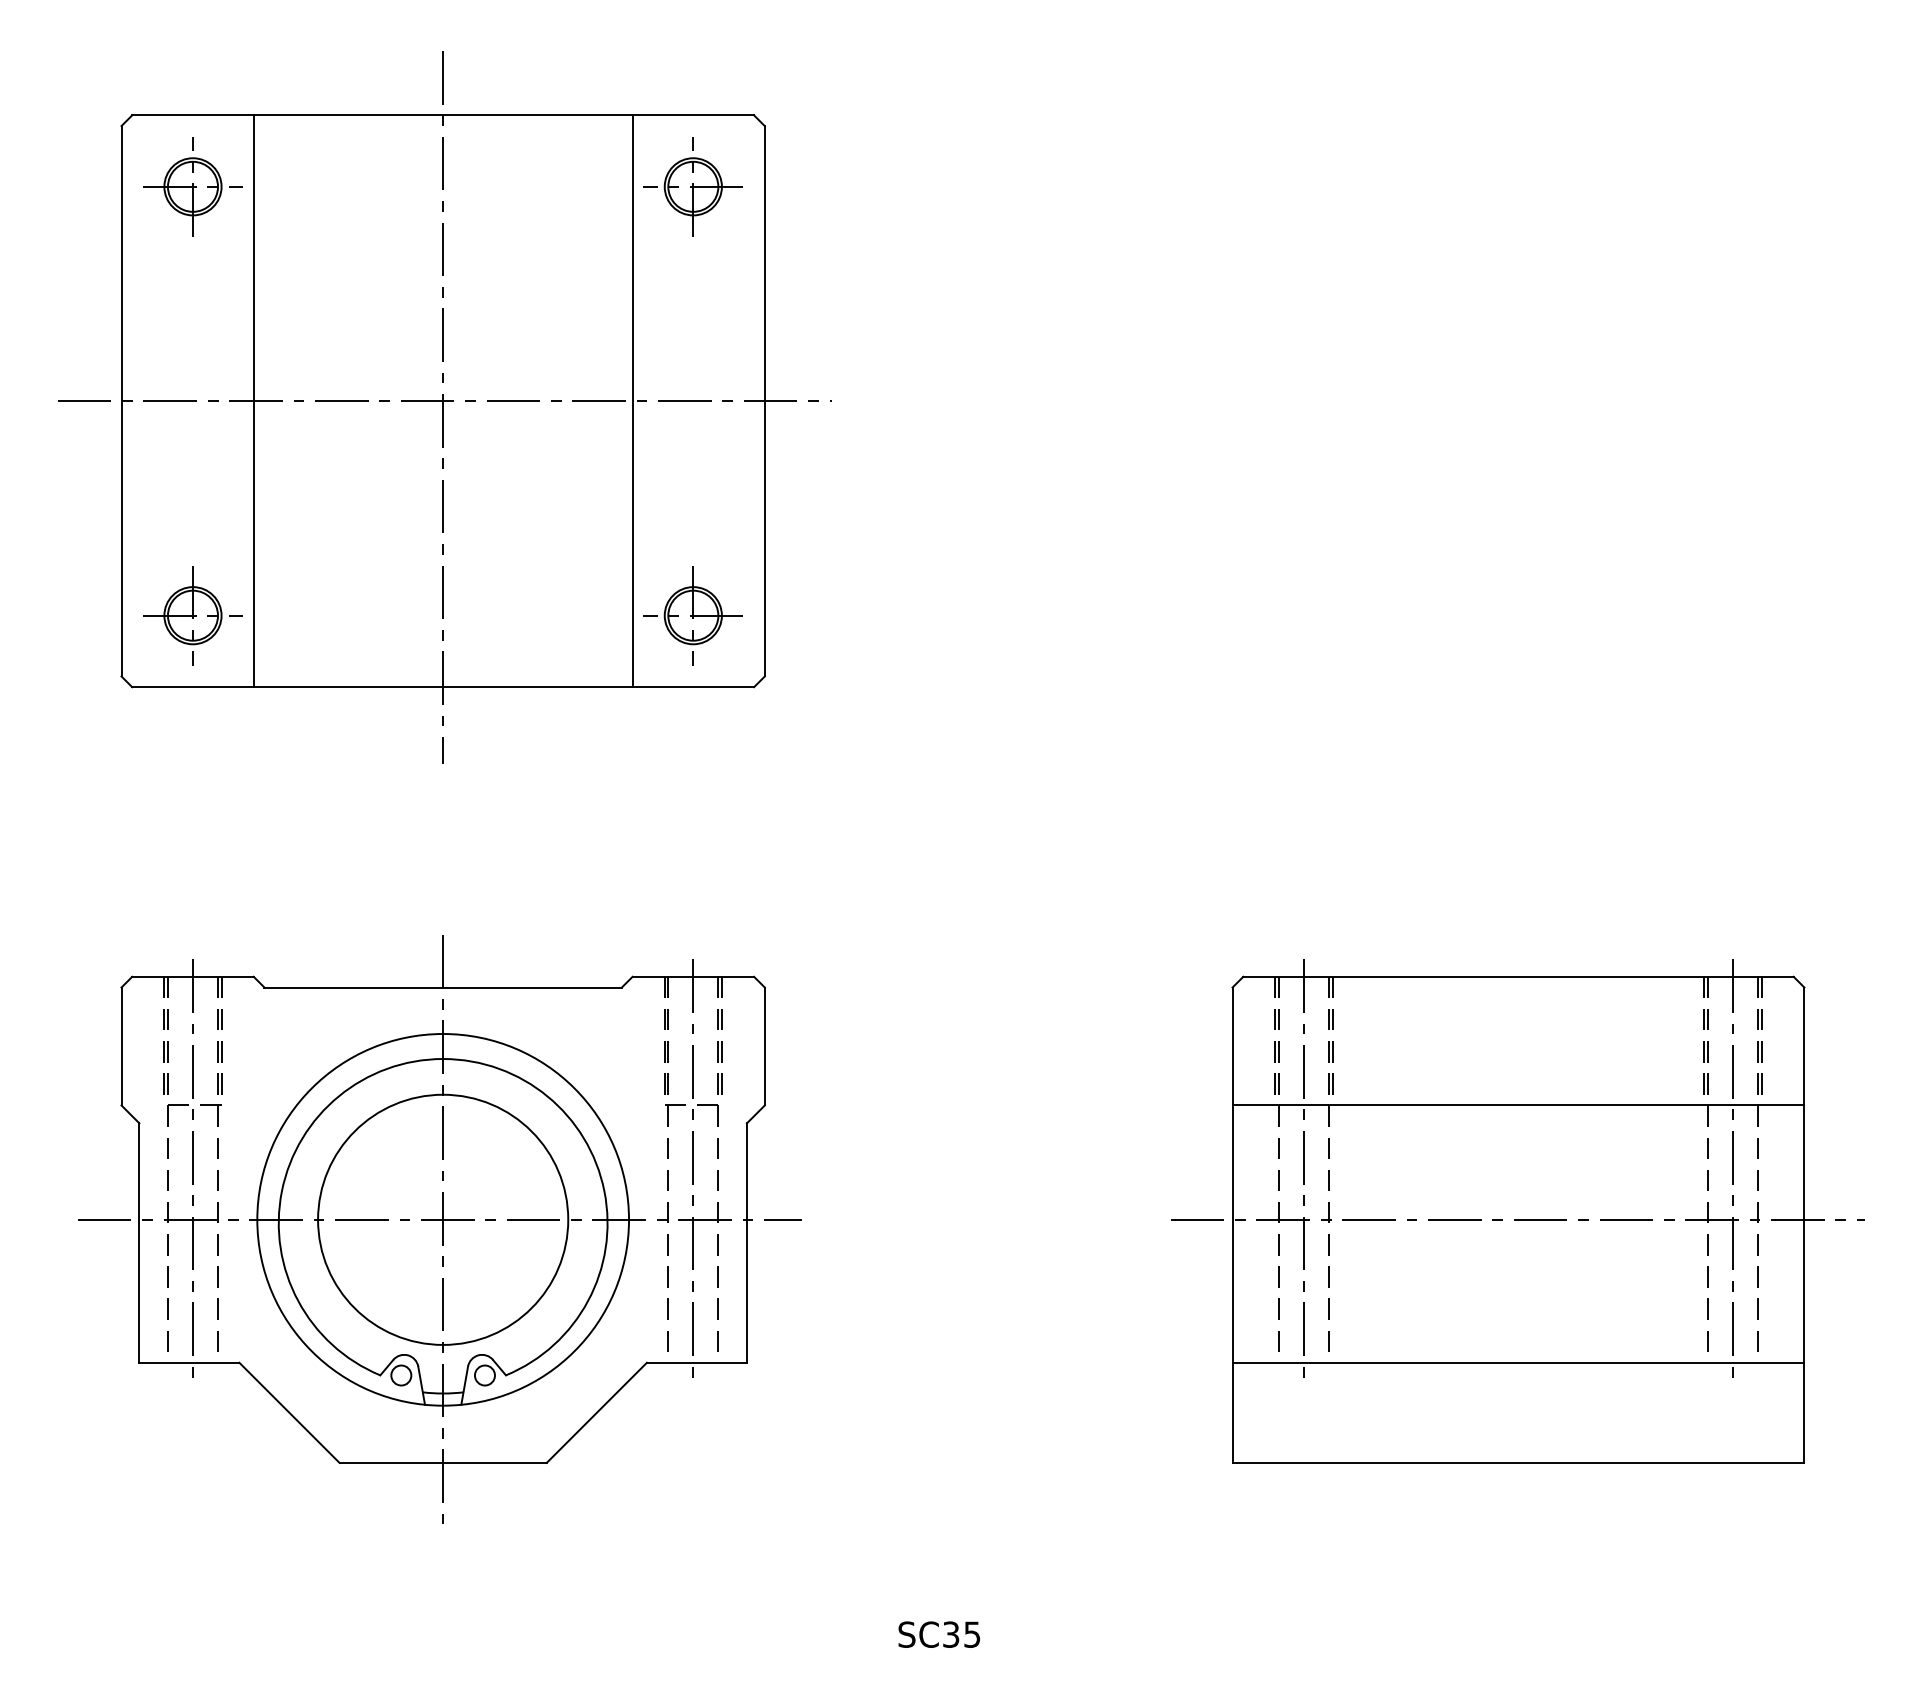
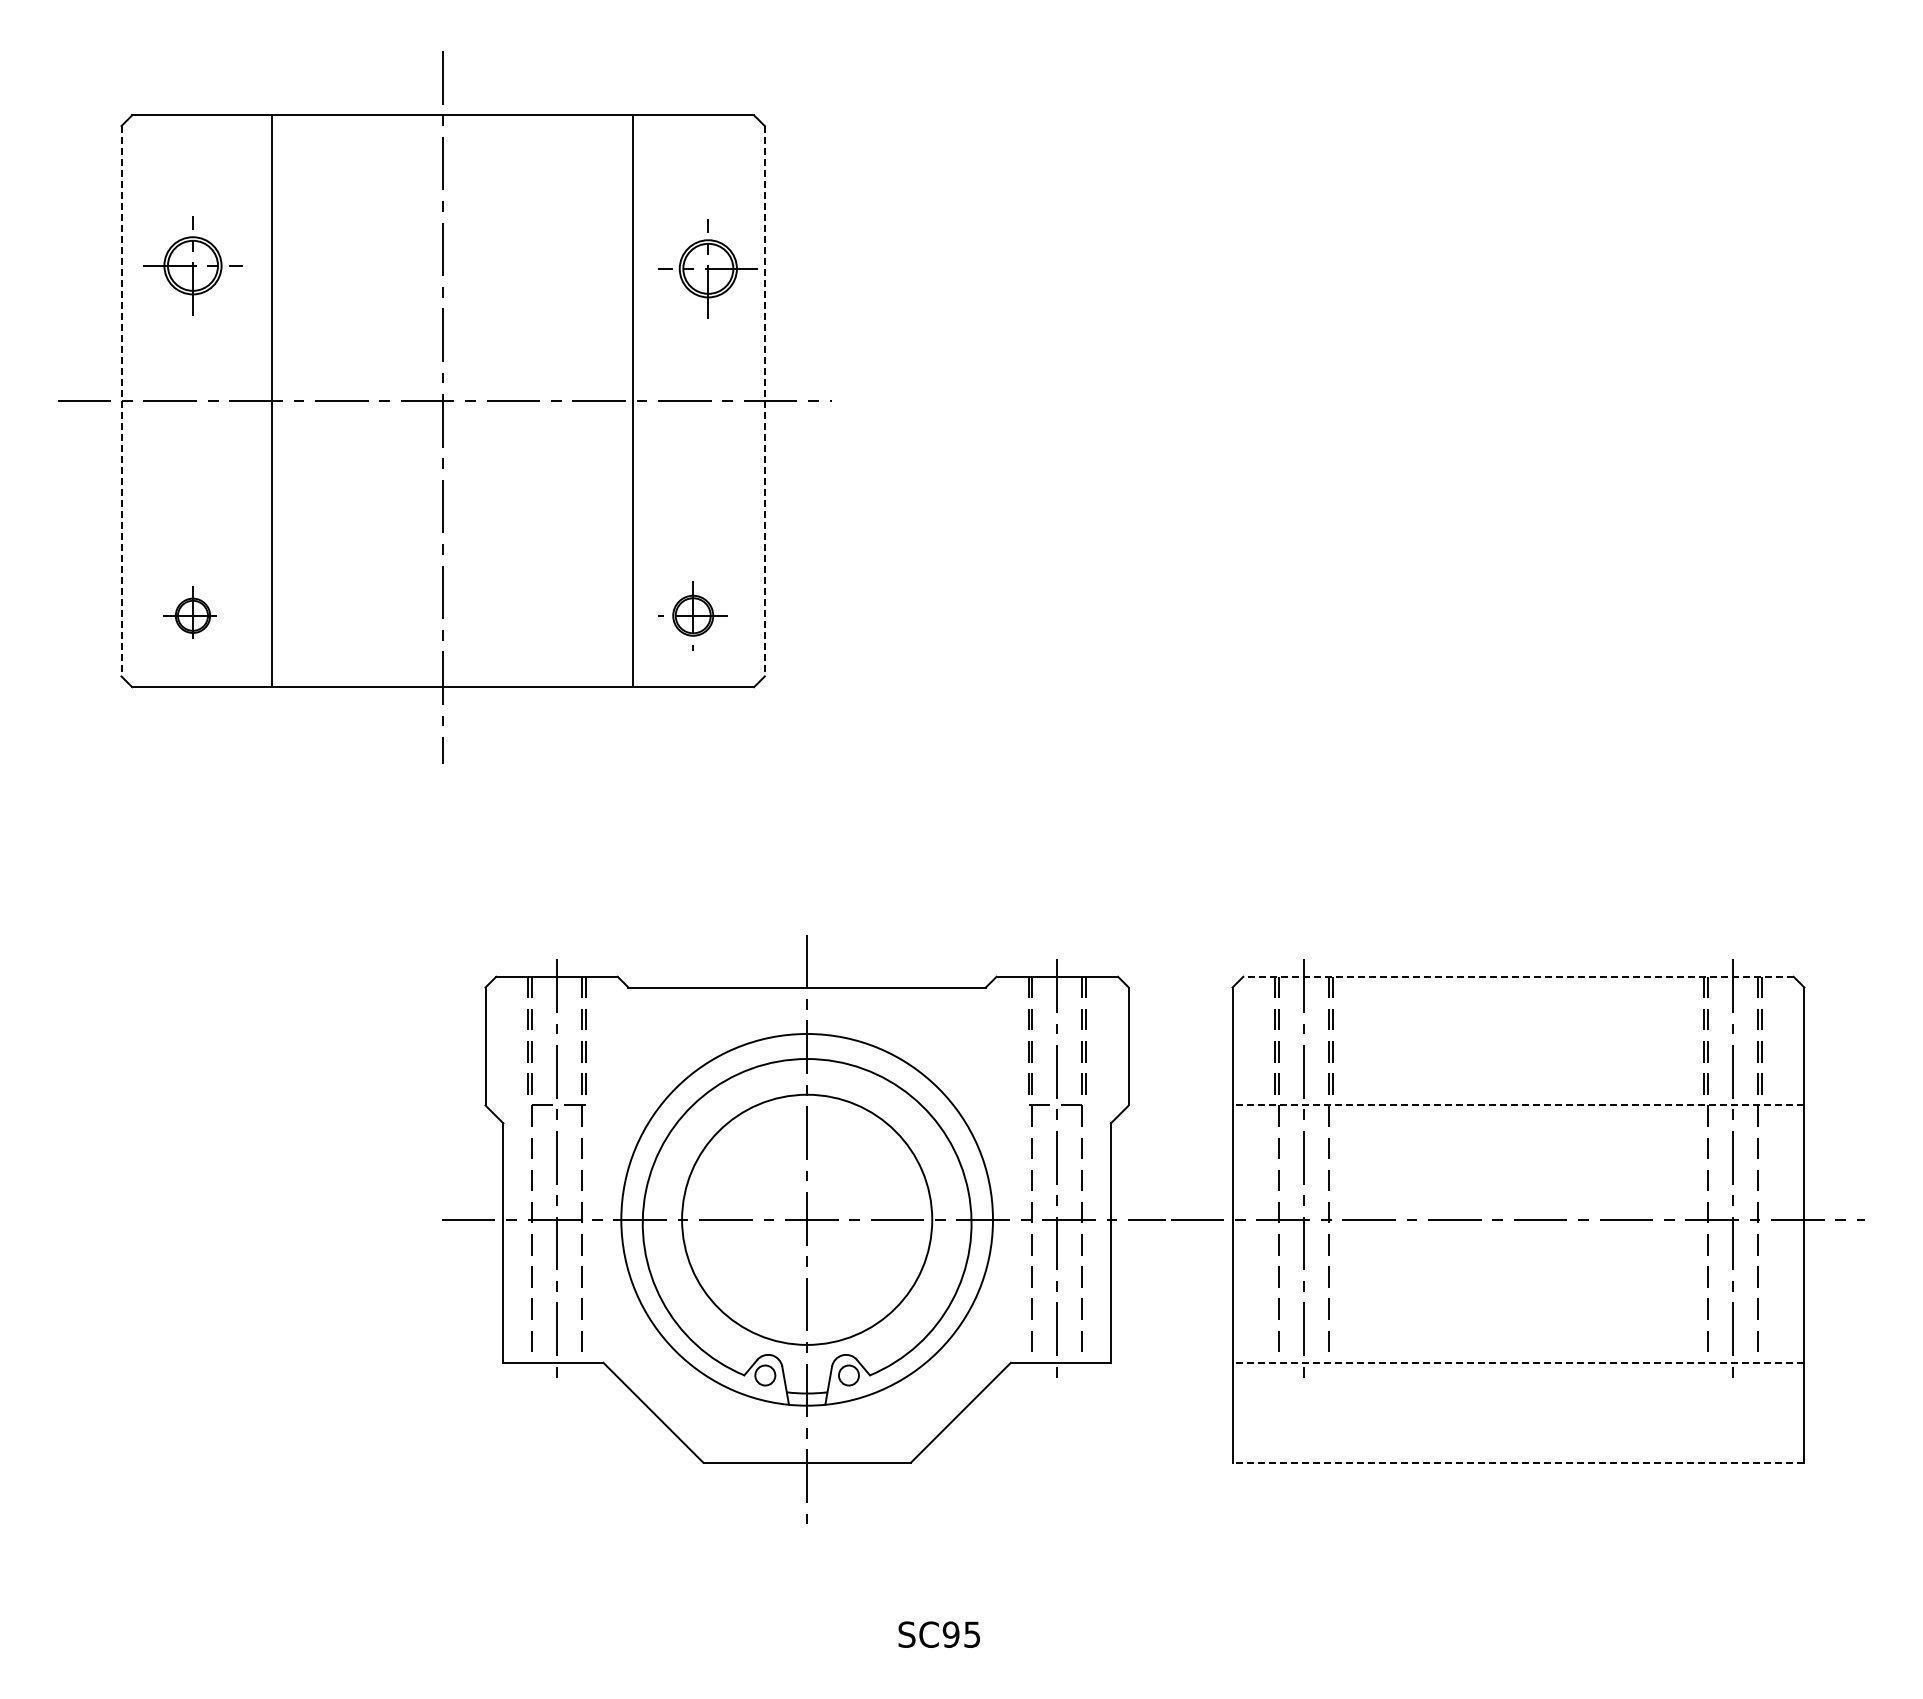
part at (192, 186) position: (192, 186) -> (192, 265)
part at (692, 186) position: (692, 186) -> (707, 268)
line at (121, 401): solid -> dashed
line at (253, 401) position: (253, 401) -> (271, 401)
line at (764, 401): solid -> dashed
part at (192, 615) size: 100x100 px -> 54x53 px
part at (692, 615) size: 100x100 px -> 70x70 px
line at (1517, 976): solid -> dashed
line at (1518, 1105): solid -> dashed
part at (439, 1229) position: (439, 1229) -> (803, 1229)
line at (1518, 1362): solid -> dashed
line at (1518, 1462): solid -> dashed
text at (950, 1634): SC35 -> SC95
